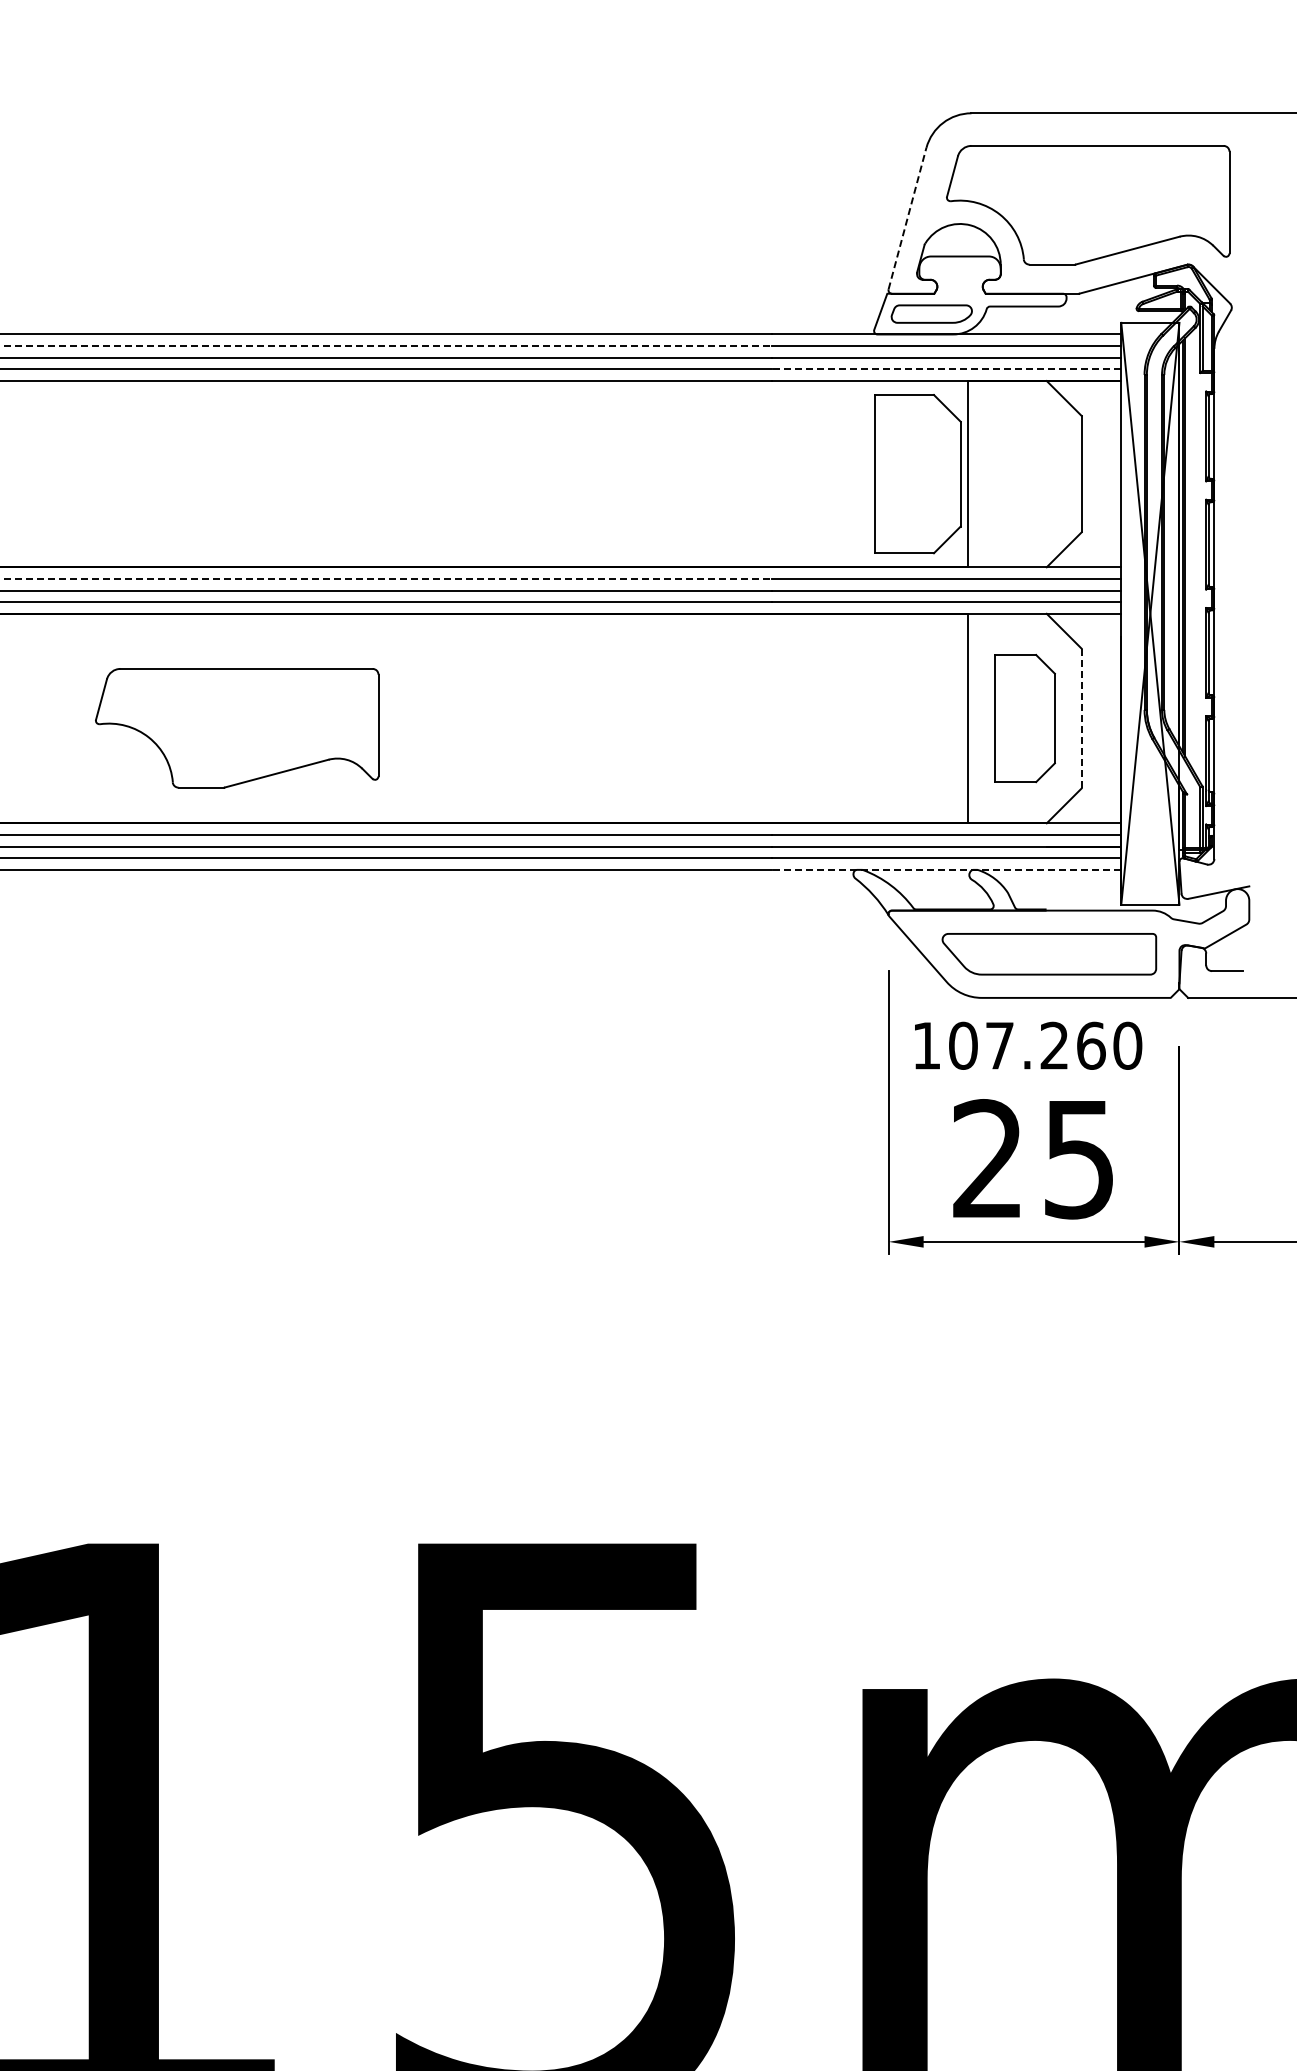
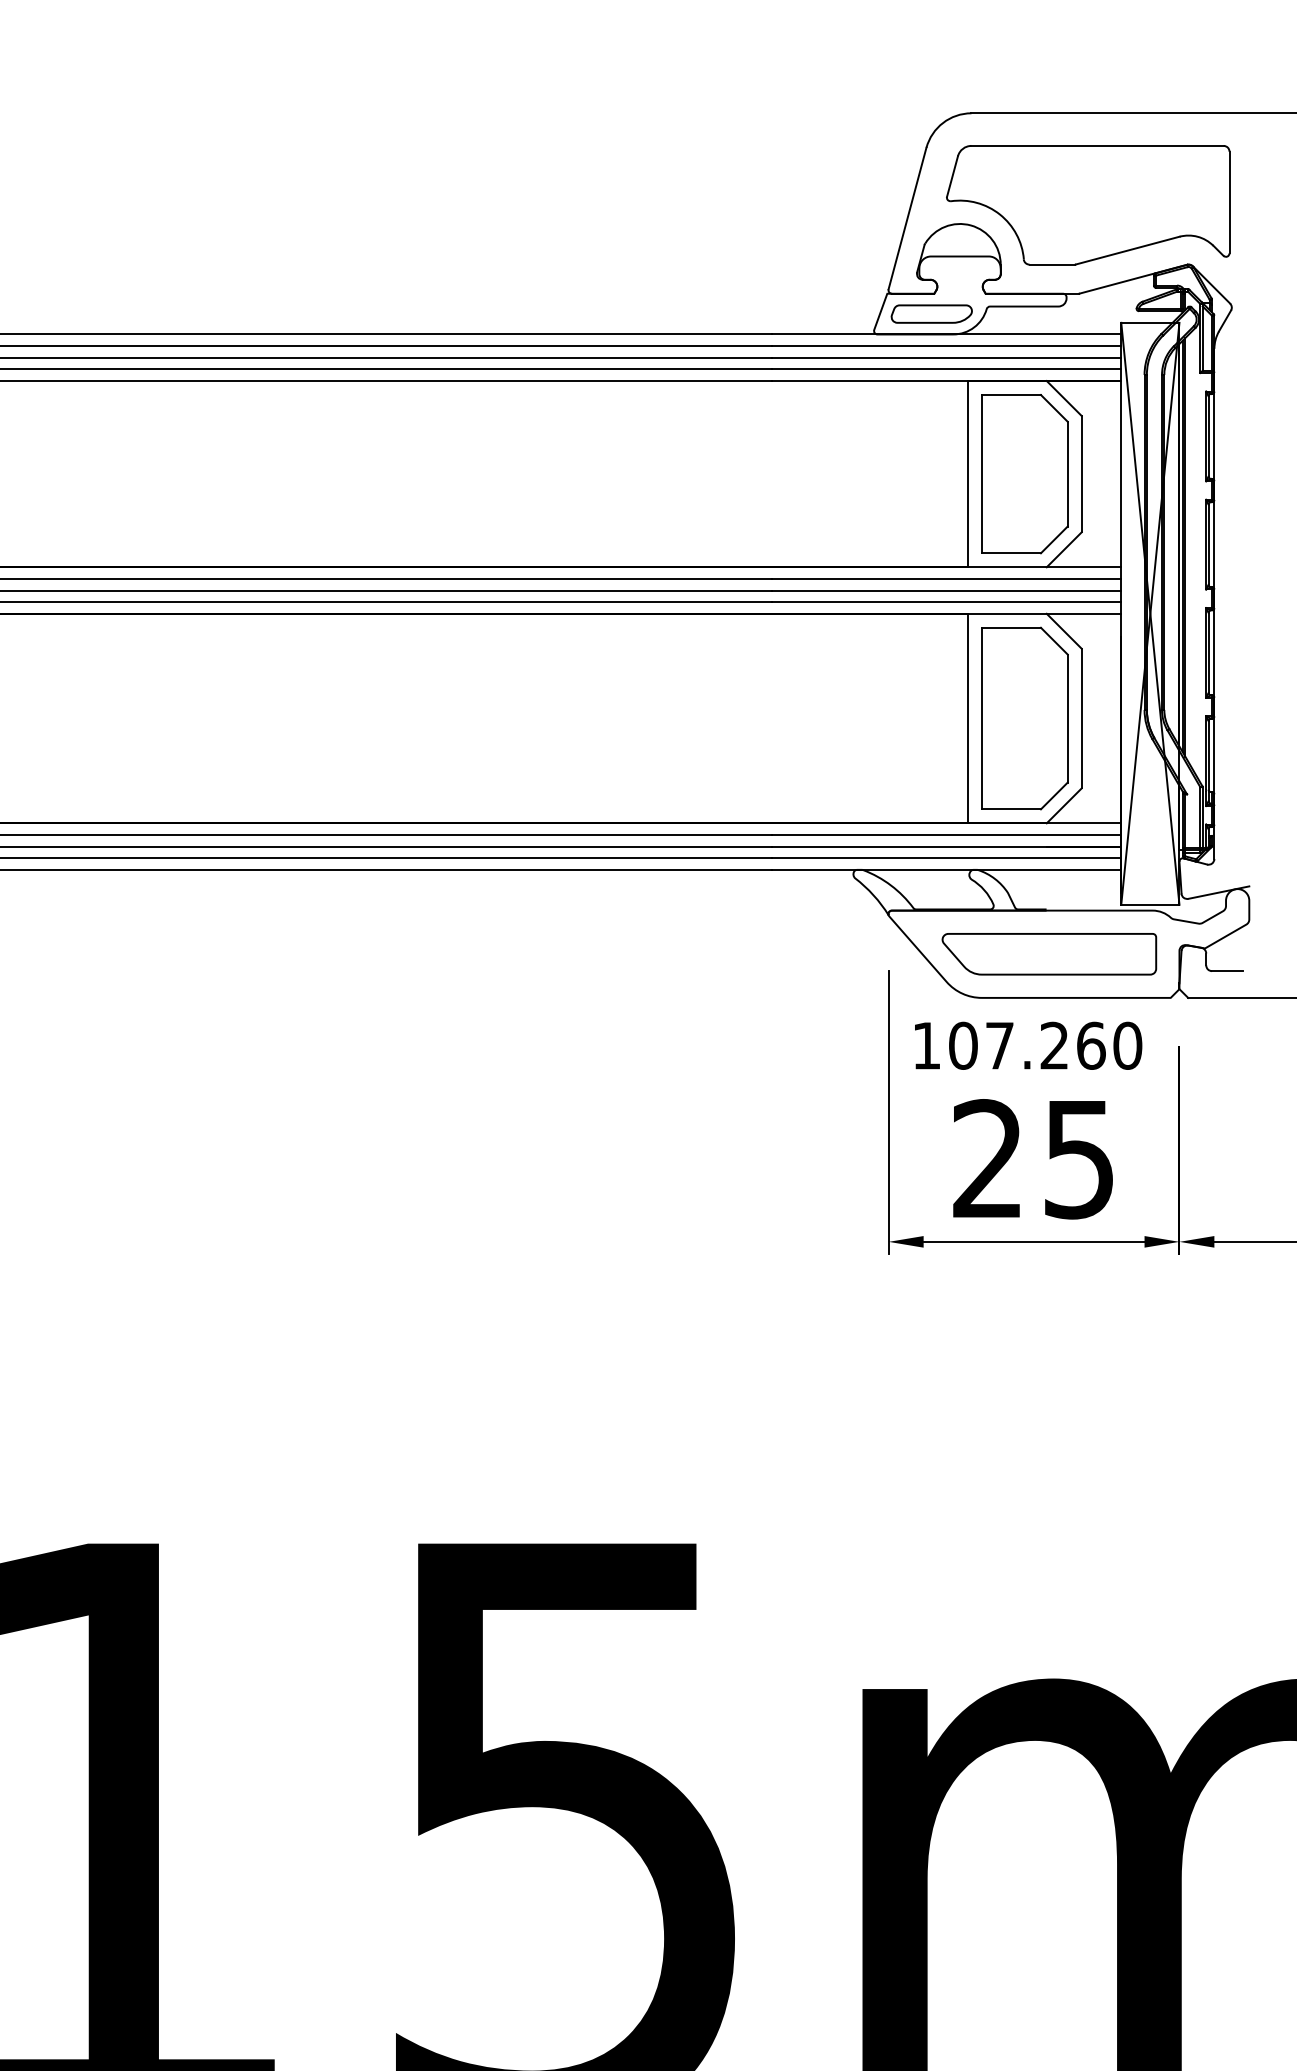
line at (907, 218): dashed -> solid
line at (386, 346): dashed -> solid
line at (946, 369): dashed -> solid
part at (917, 474) position: (917, 474) -> (1024, 474)
line at (386, 578): dashed -> solid
part at (1024, 718) size: 62x130 px -> 88x185 px
line at (1081, 718): dashed -> solid
part at (237, 728): present -> none
line at (946, 869): dashed -> solid
